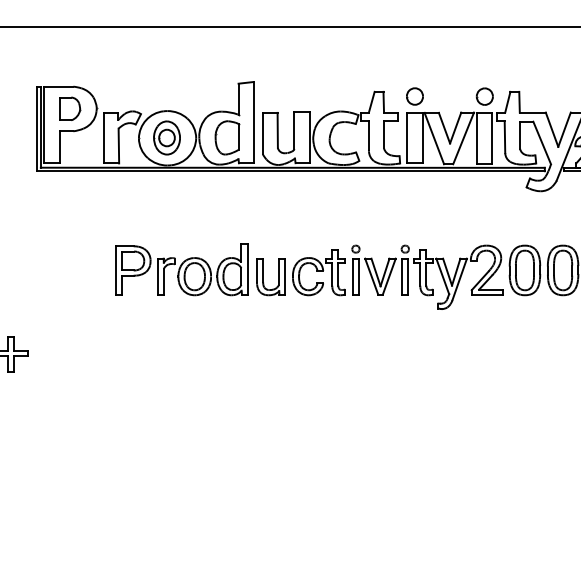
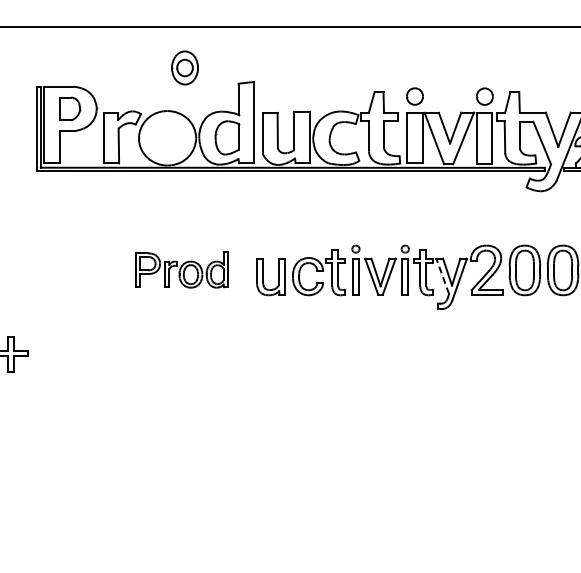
part at (166, 137) position: (166, 137) -> (184, 67)
part at (181, 269) size: 134x54 px -> 94x38 px
line at (442, 276): solid -> dashed
